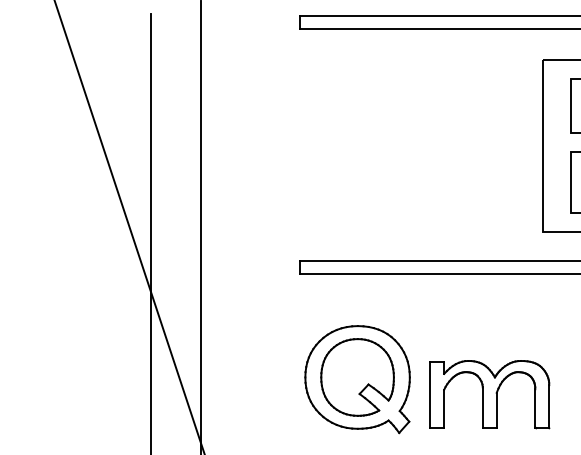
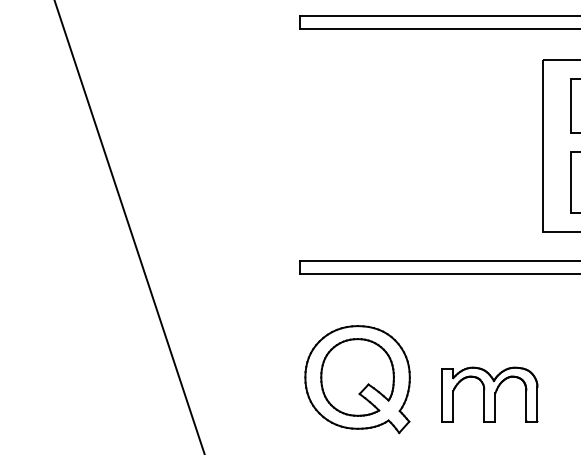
line at (201, 226): present -> none
line at (151, 232): present -> none
part at (489, 394) size: 122x70 px -> 98x57 px
